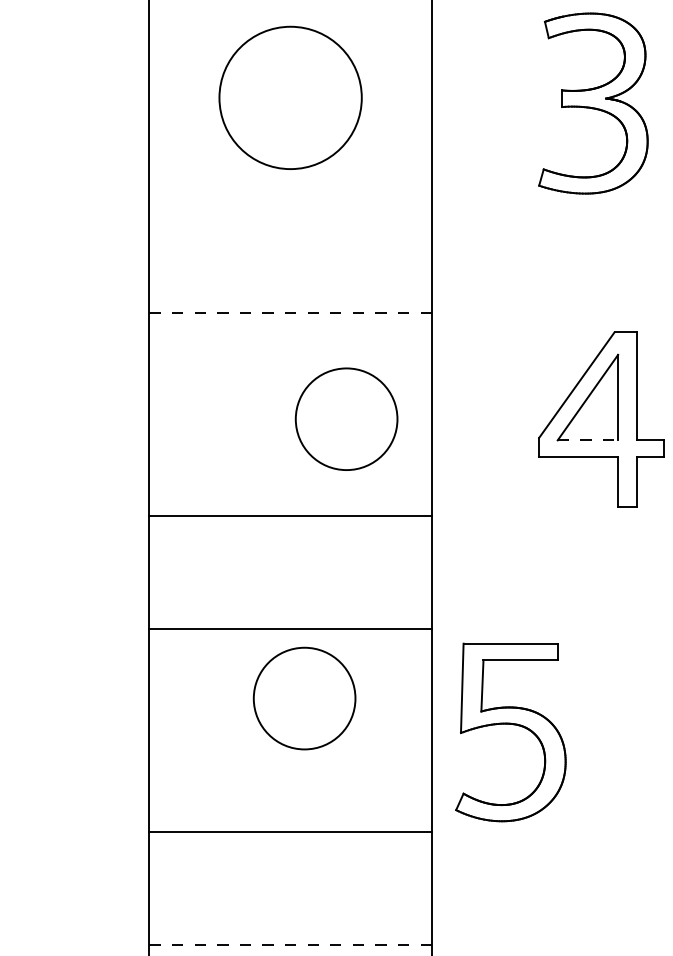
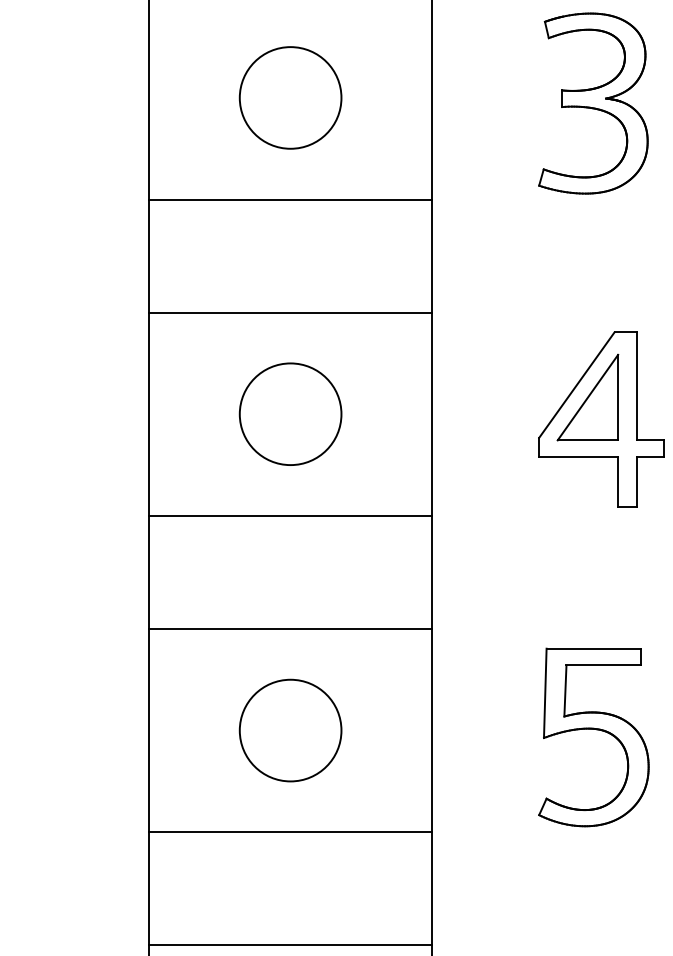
circle at (290, 97) diameter: 142 px -> 102 px
line at (290, 199): none -> present
line at (290, 312): dashed -> solid
circle at (346, 418) position: (346, 418) -> (290, 413)
line at (588, 440): dashed -> solid
circle at (304, 698) position: (304, 698) -> (290, 730)
part at (513, 725) position: (513, 725) -> (596, 730)
line at (290, 945): dashed -> solid
